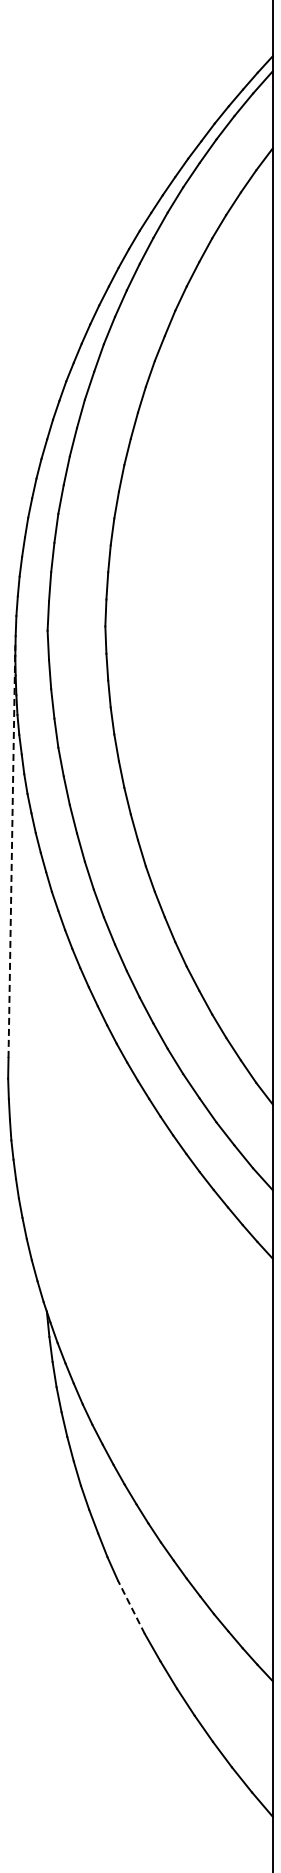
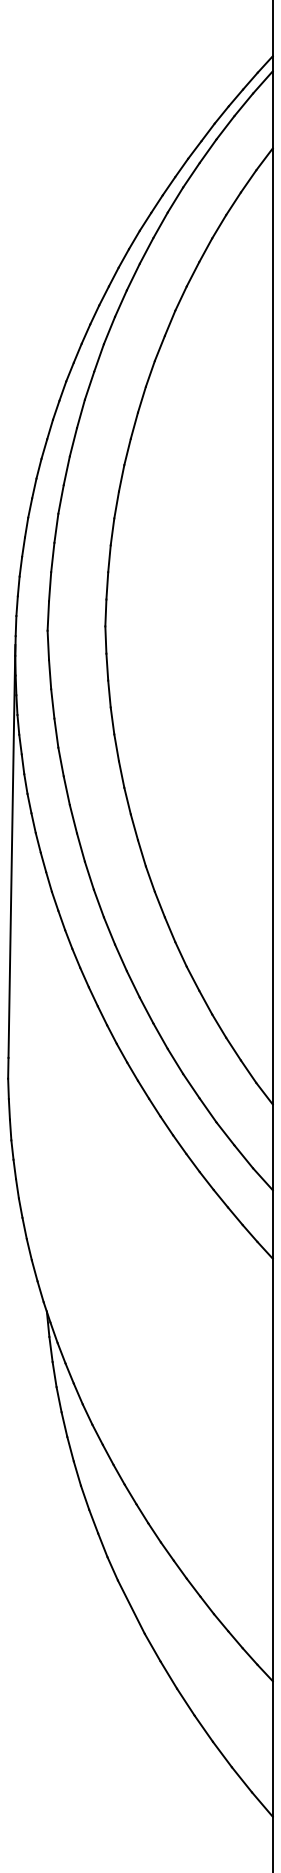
line at (11, 850): dashed -> solid
line at (131, 1607): dashed -> solid
